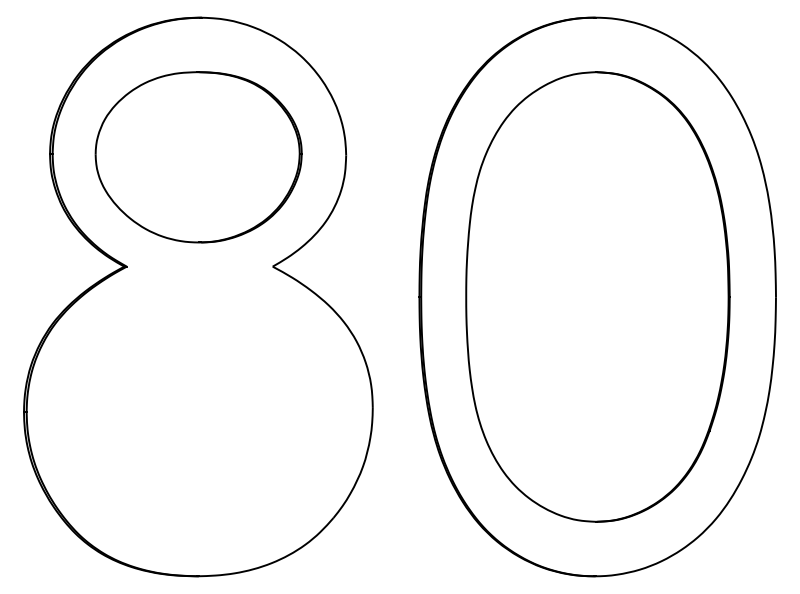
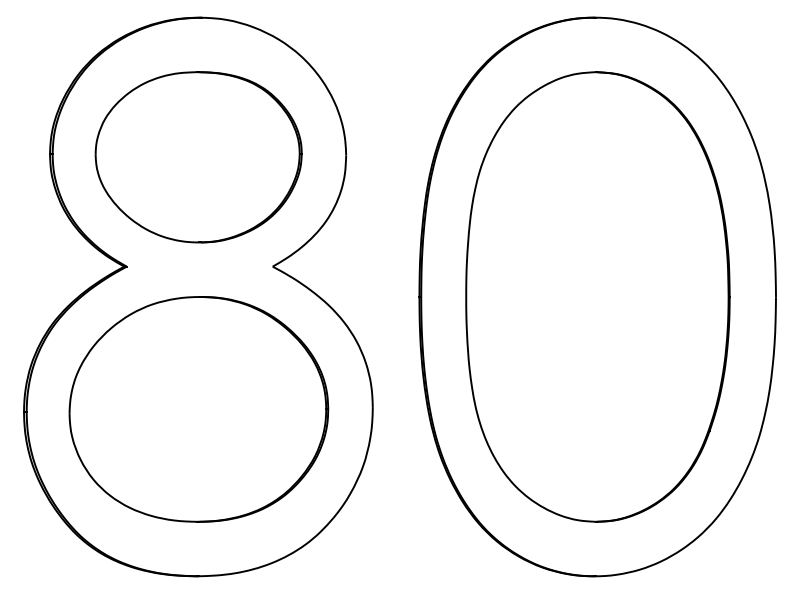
part at (198, 409): none -> present
